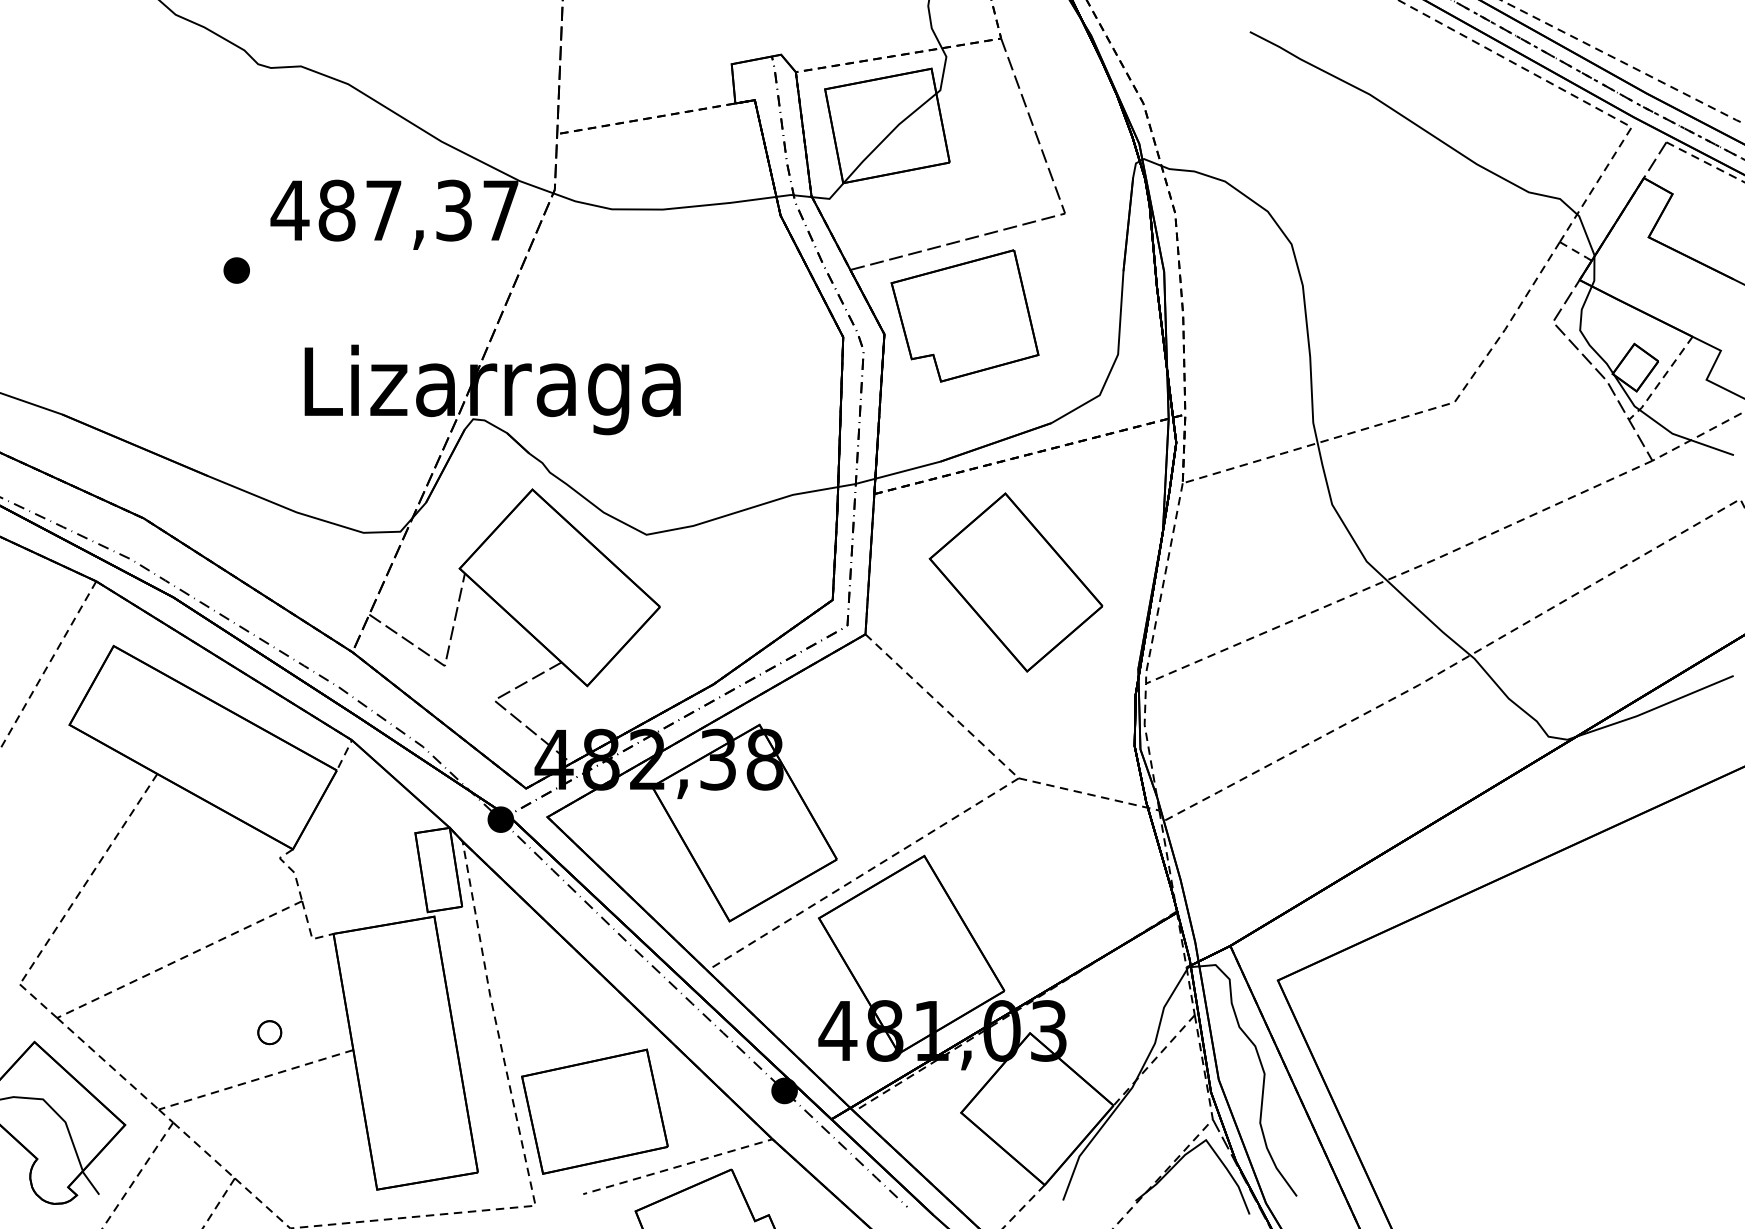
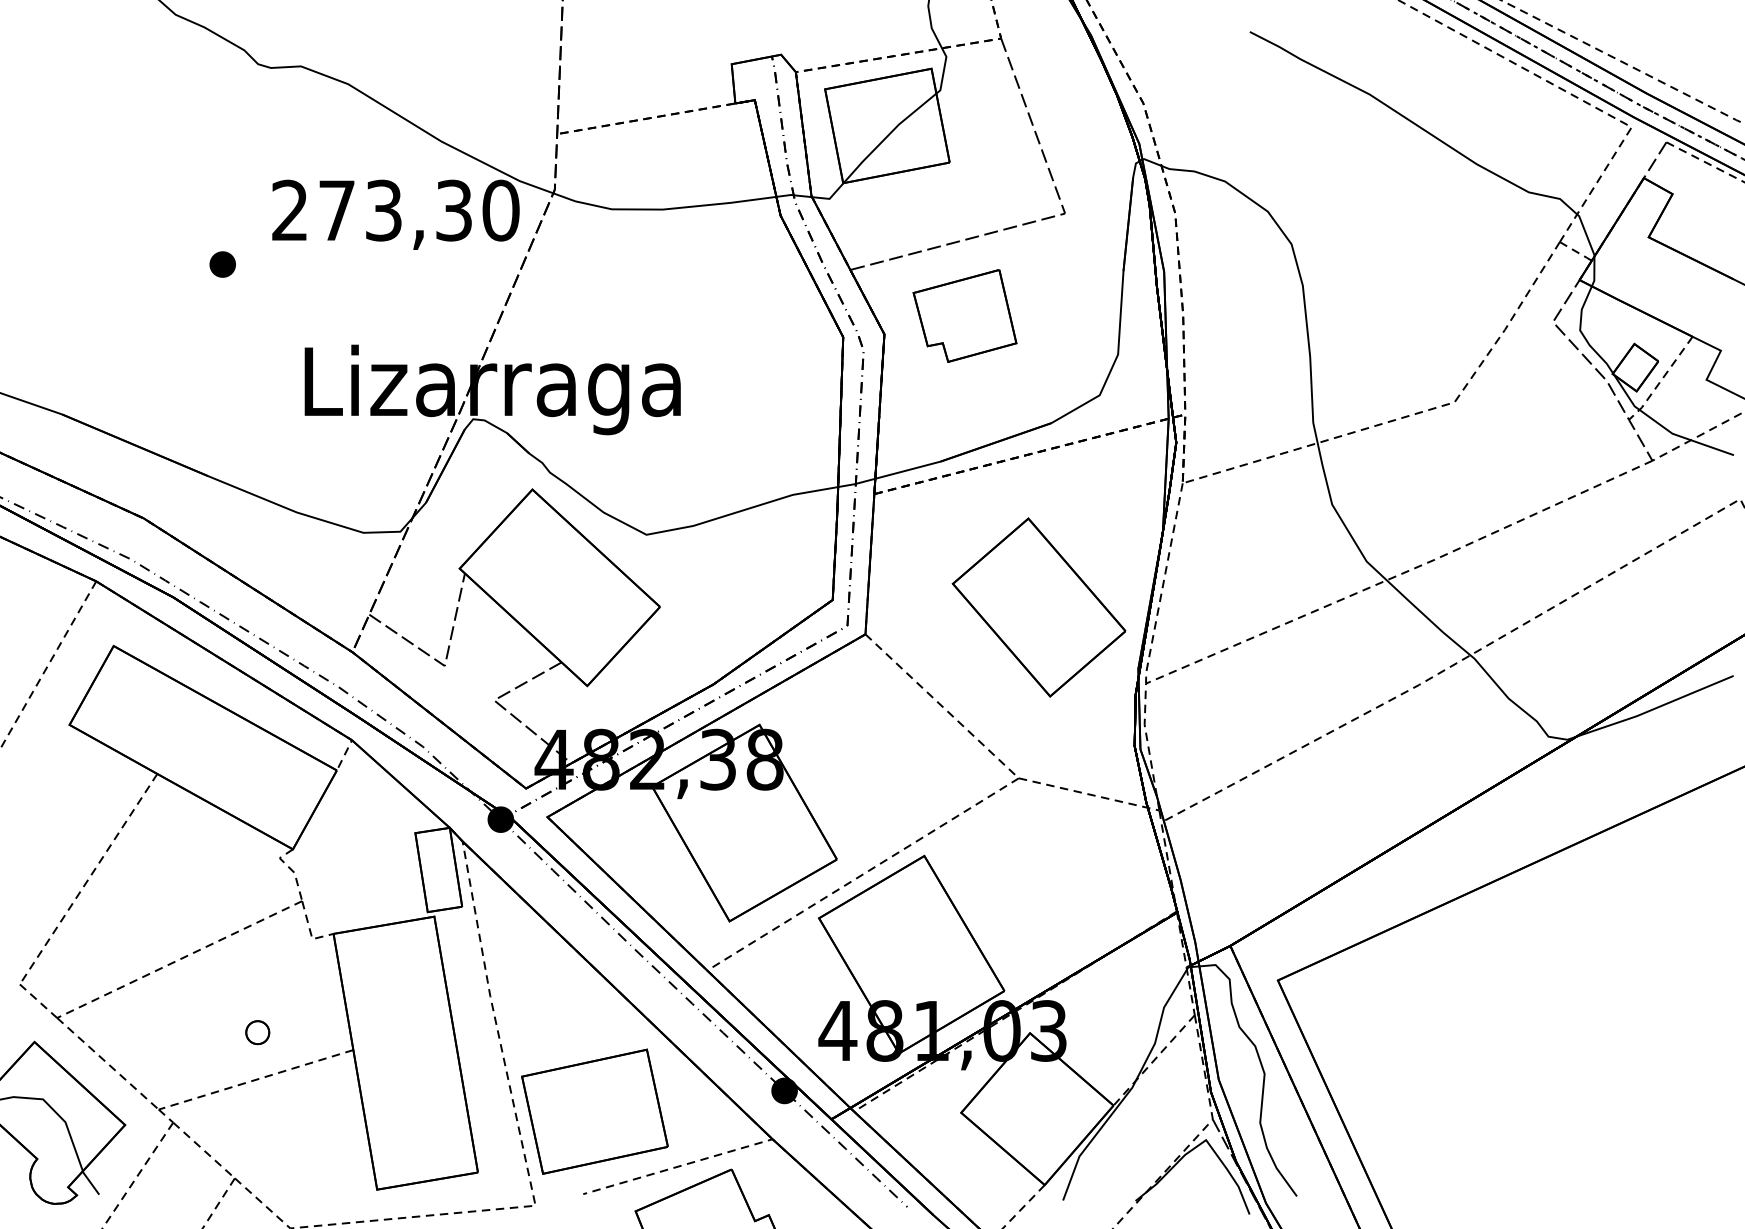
text at (394, 210): 487,37 -> 273,30
part at (236, 270) position: (236, 270) -> (222, 264)
part at (964, 315) size: 150x134 px -> 106x94 px
part at (1015, 582) position: (1015, 582) -> (1038, 607)
part at (269, 1032) position: (269, 1032) -> (257, 1032)
